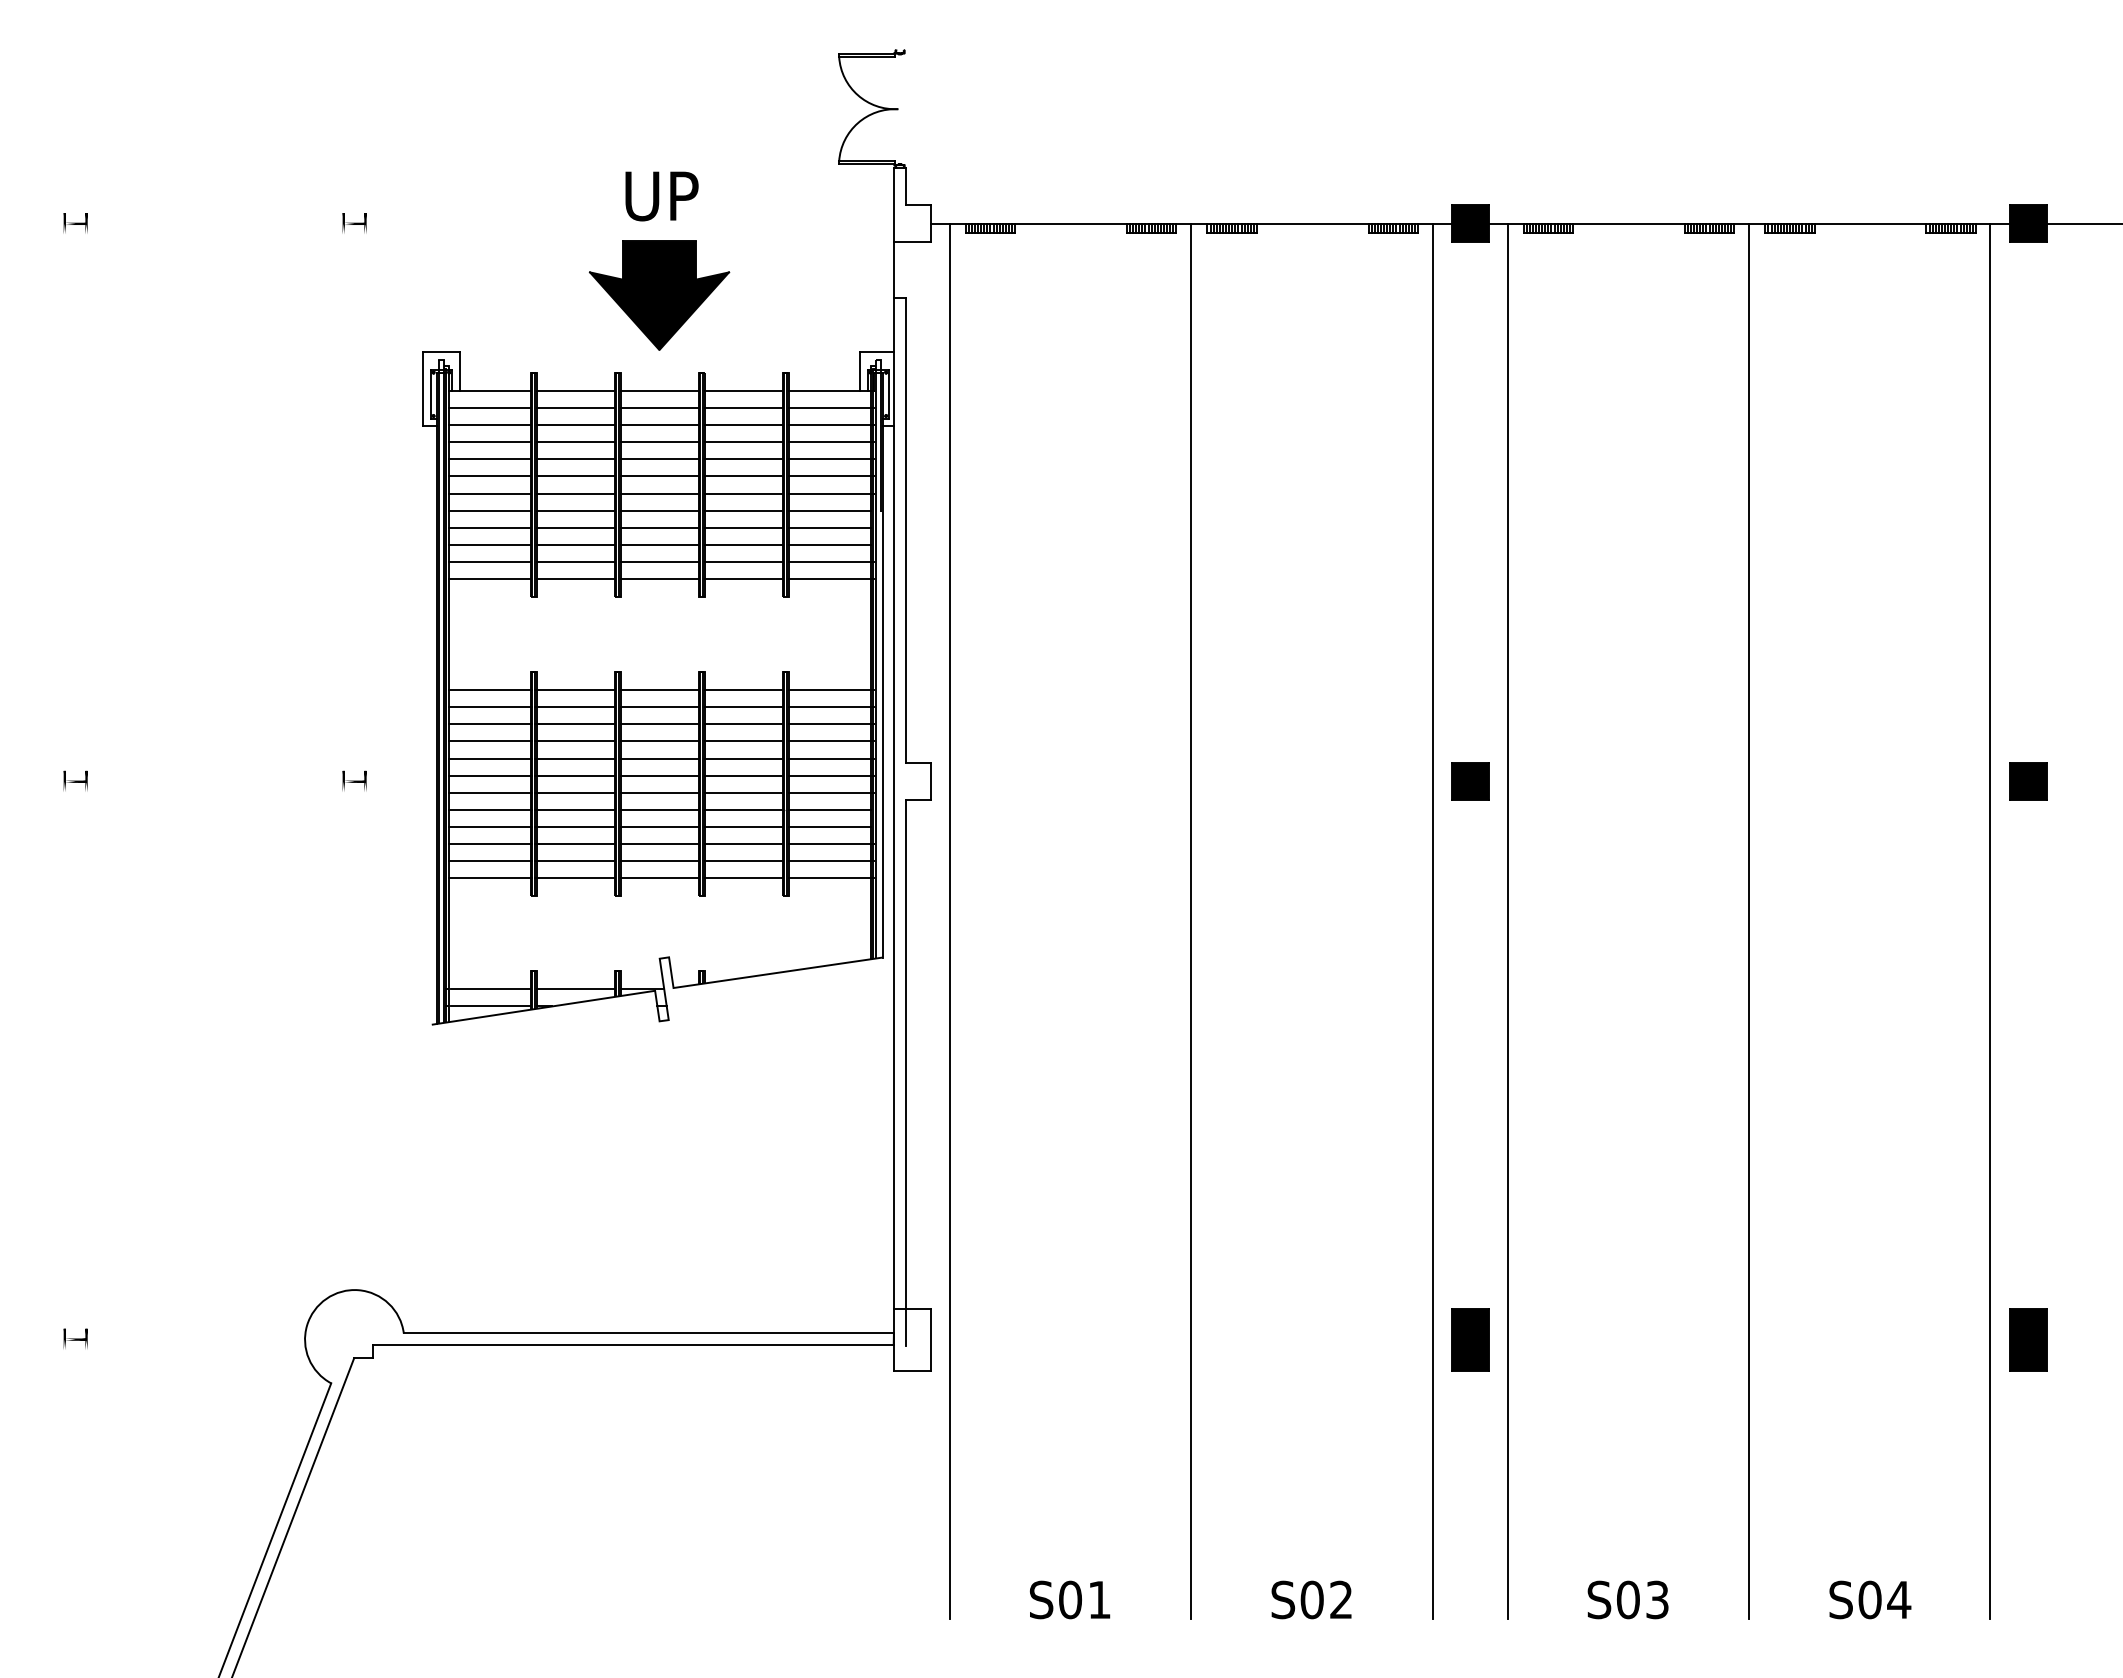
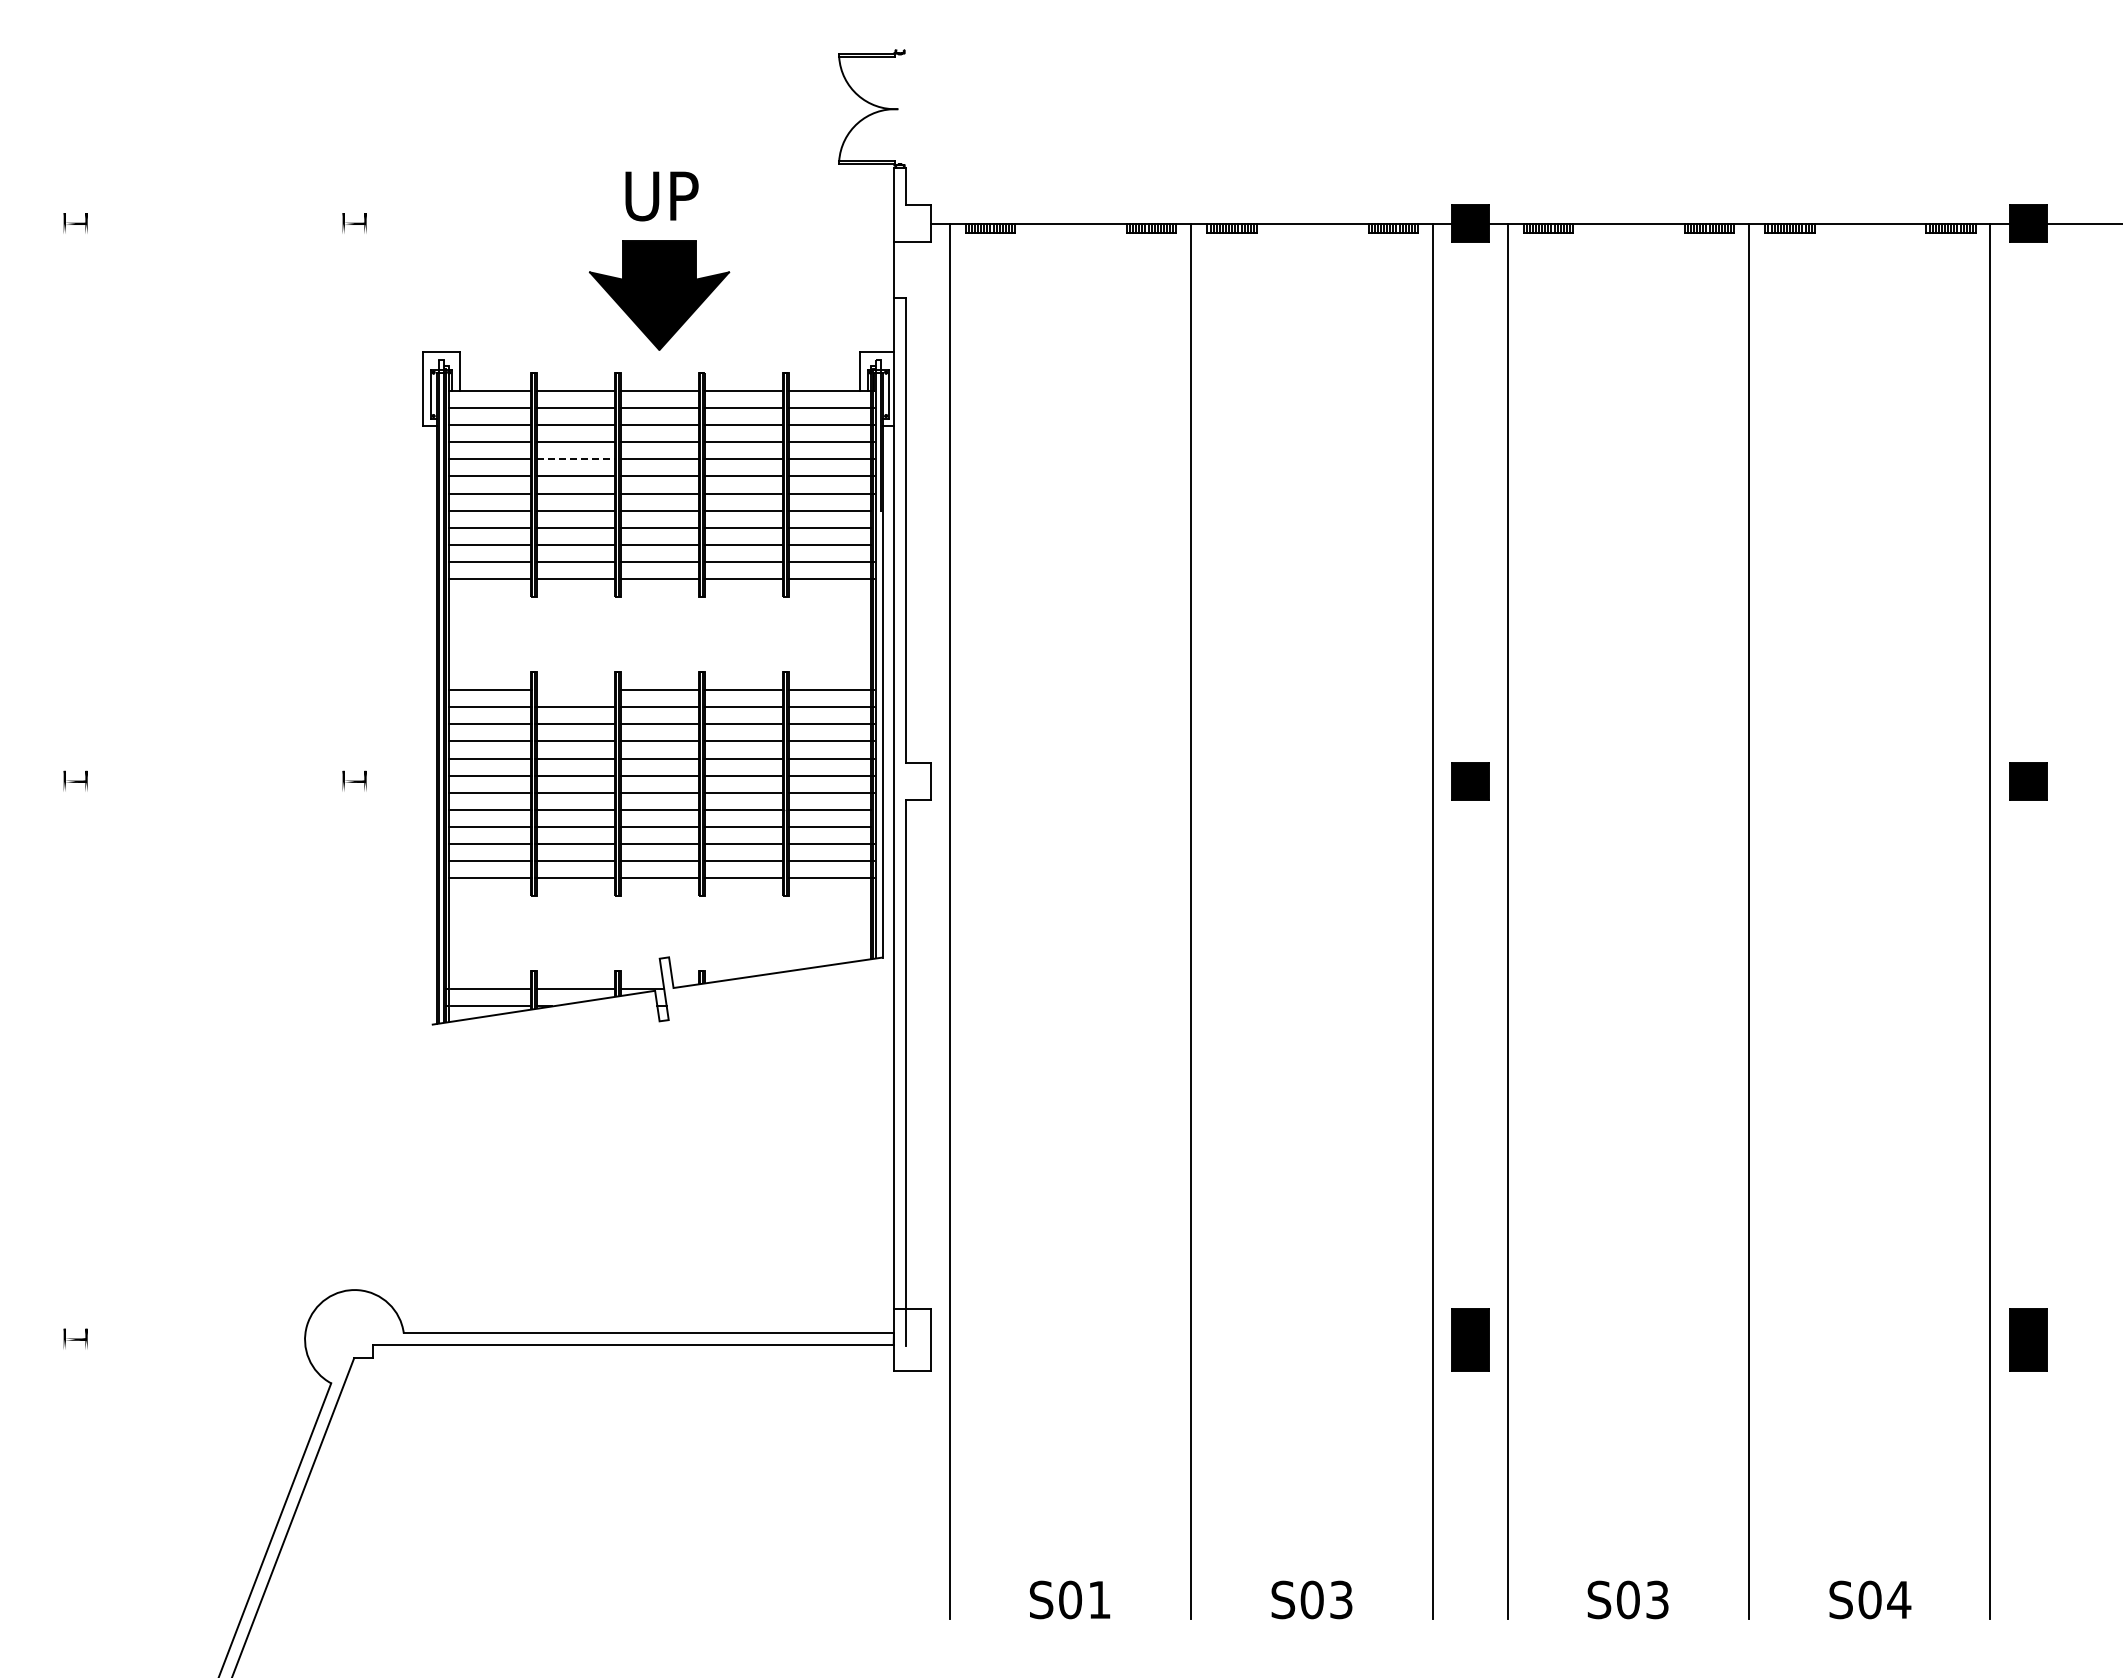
line at (575, 459): solid -> dashed
line at (574, 690): present -> none
text at (1341, 1600): S02 -> S03
